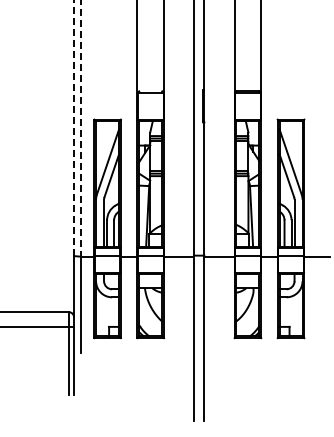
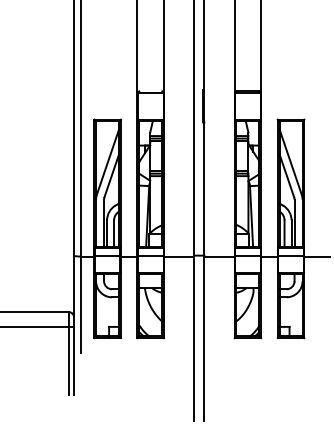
line at (74, 128): dashed -> solid
line at (81, 128): dashed -> solid
